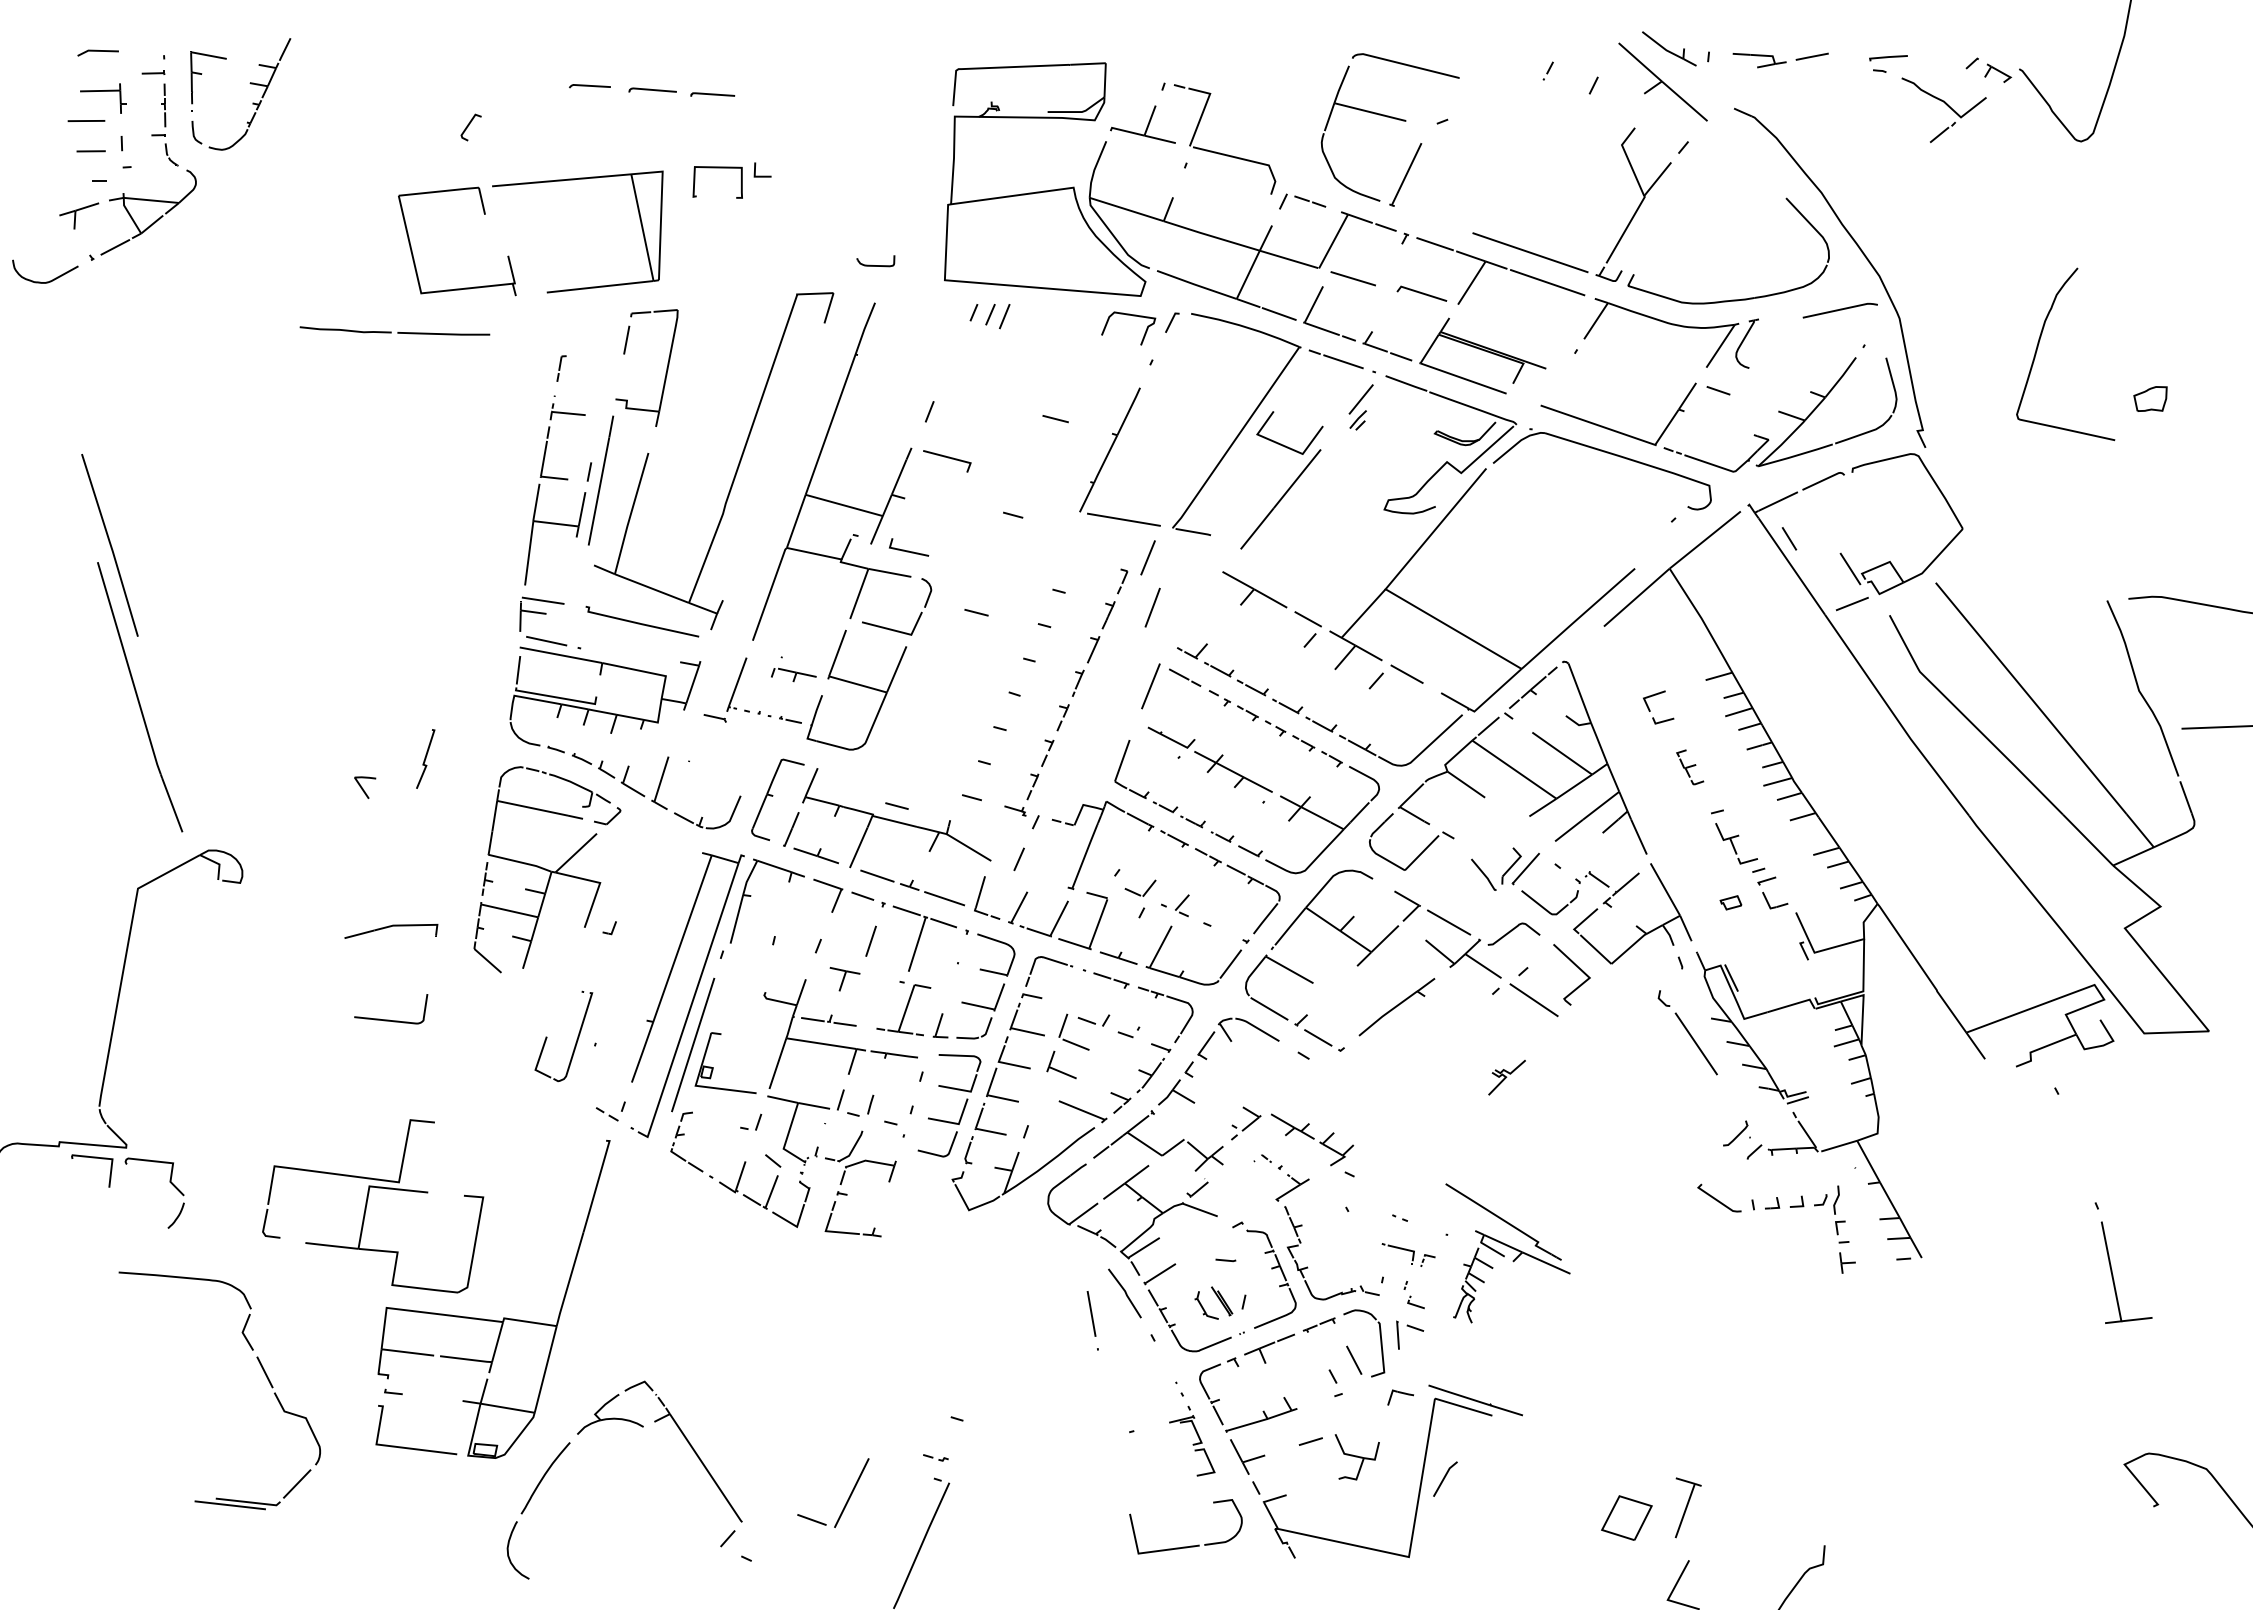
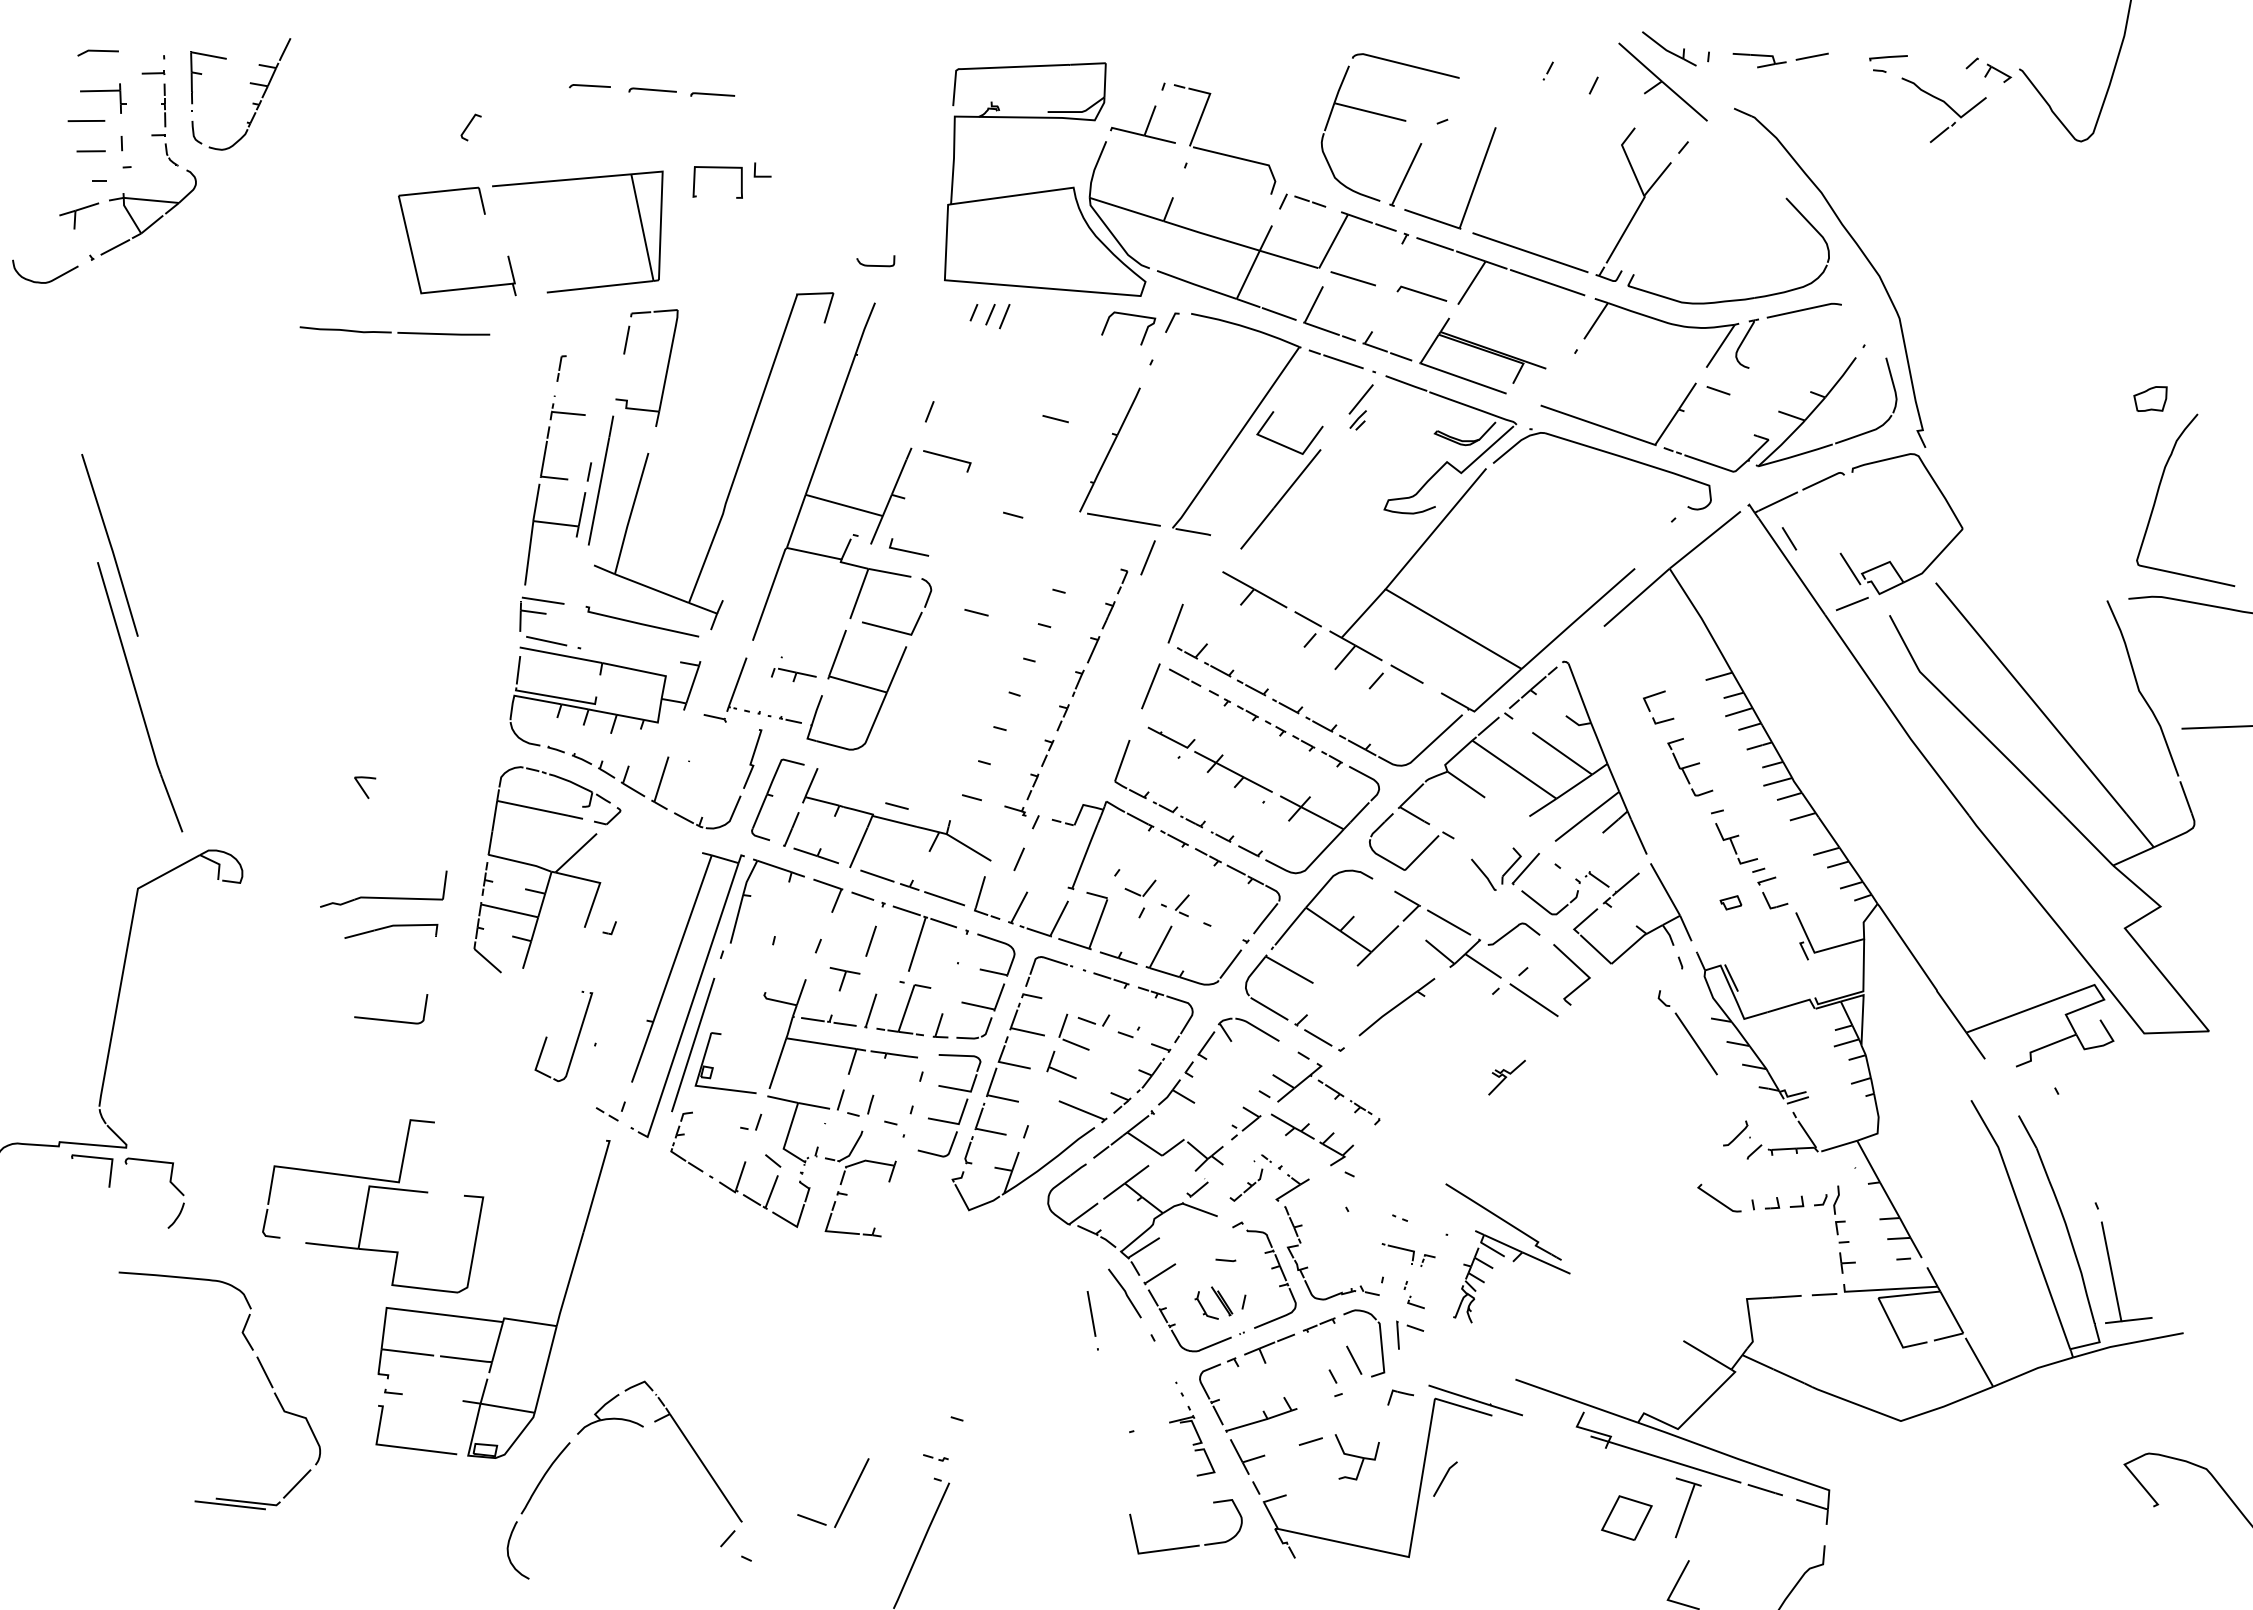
part at (1473, 186): none -> present
line at (1839, 310) position: (1839, 310) -> (1803, 310)
curve at (2038, 347) position: (2038, 347) -> (2158, 493)
line at (1152, 607) position: (1152, 607) -> (1175, 623)
line at (425, 758) position: (425, 758) -> (752, 758)
part at (1690, 767) size: 29x37 px -> 47x59 px
part at (383, 897): none -> present
line at (870, 1010): none -> present
part at (1326, 1086): none -> present
part at (1246, 1184): none -> present
part at (1849, 1292): none -> present
